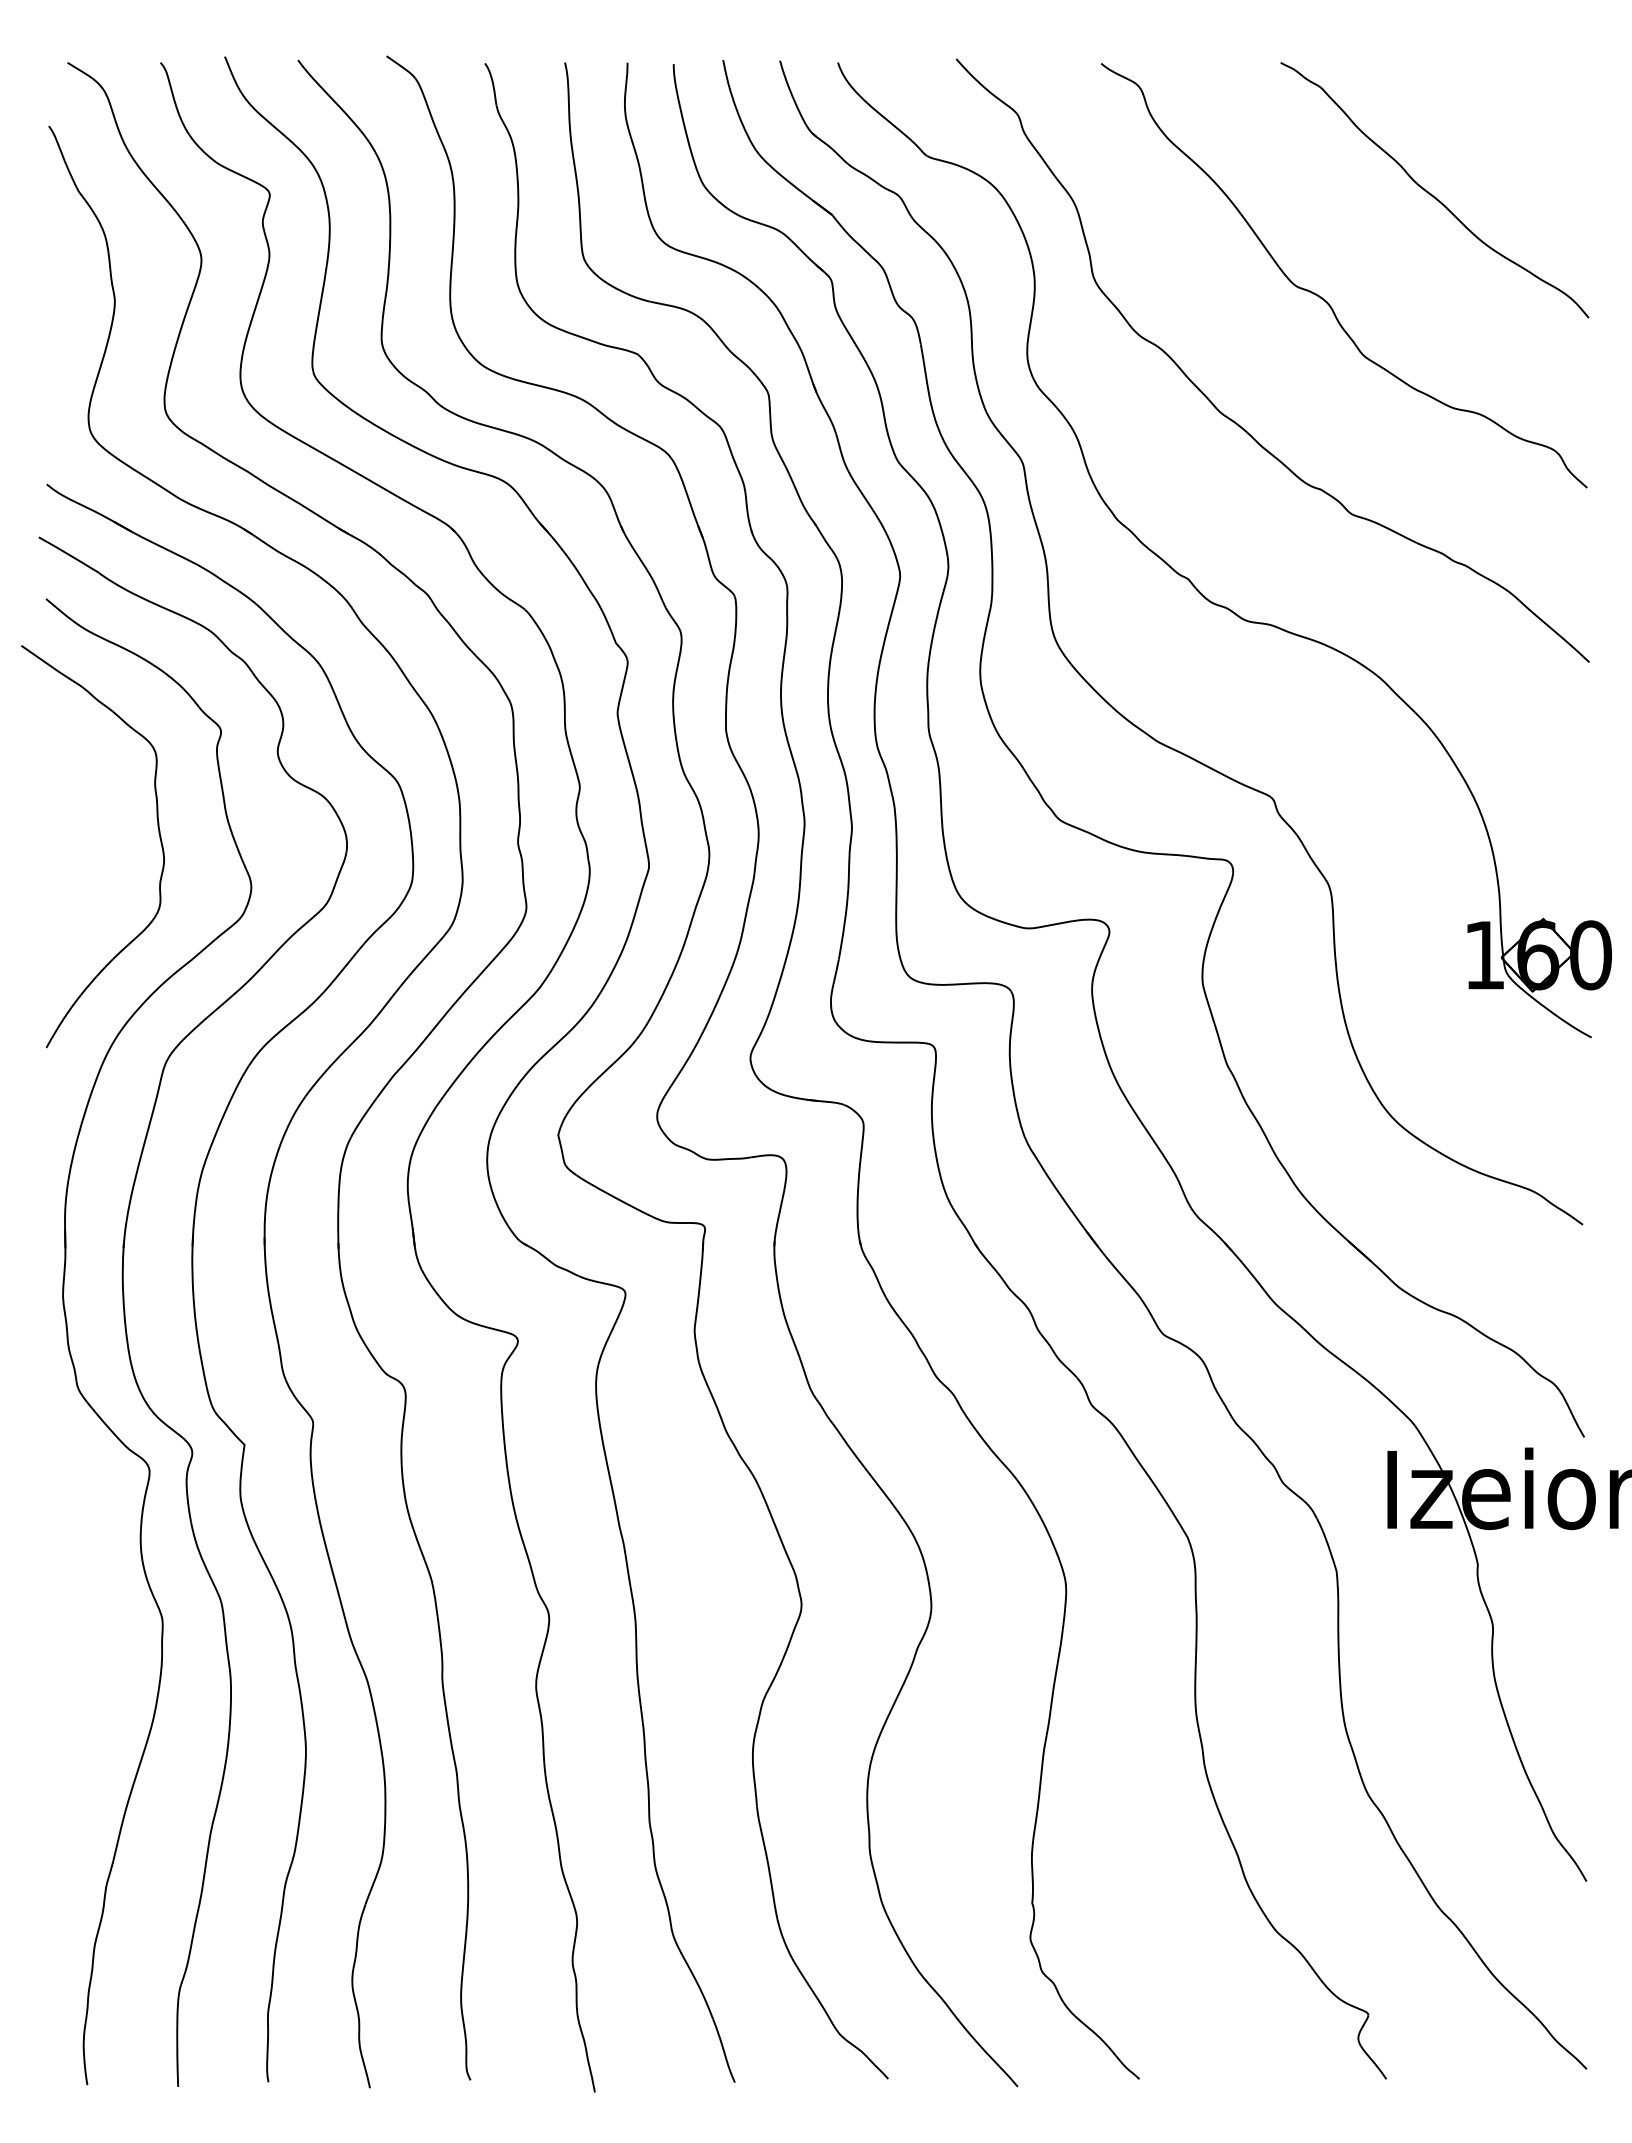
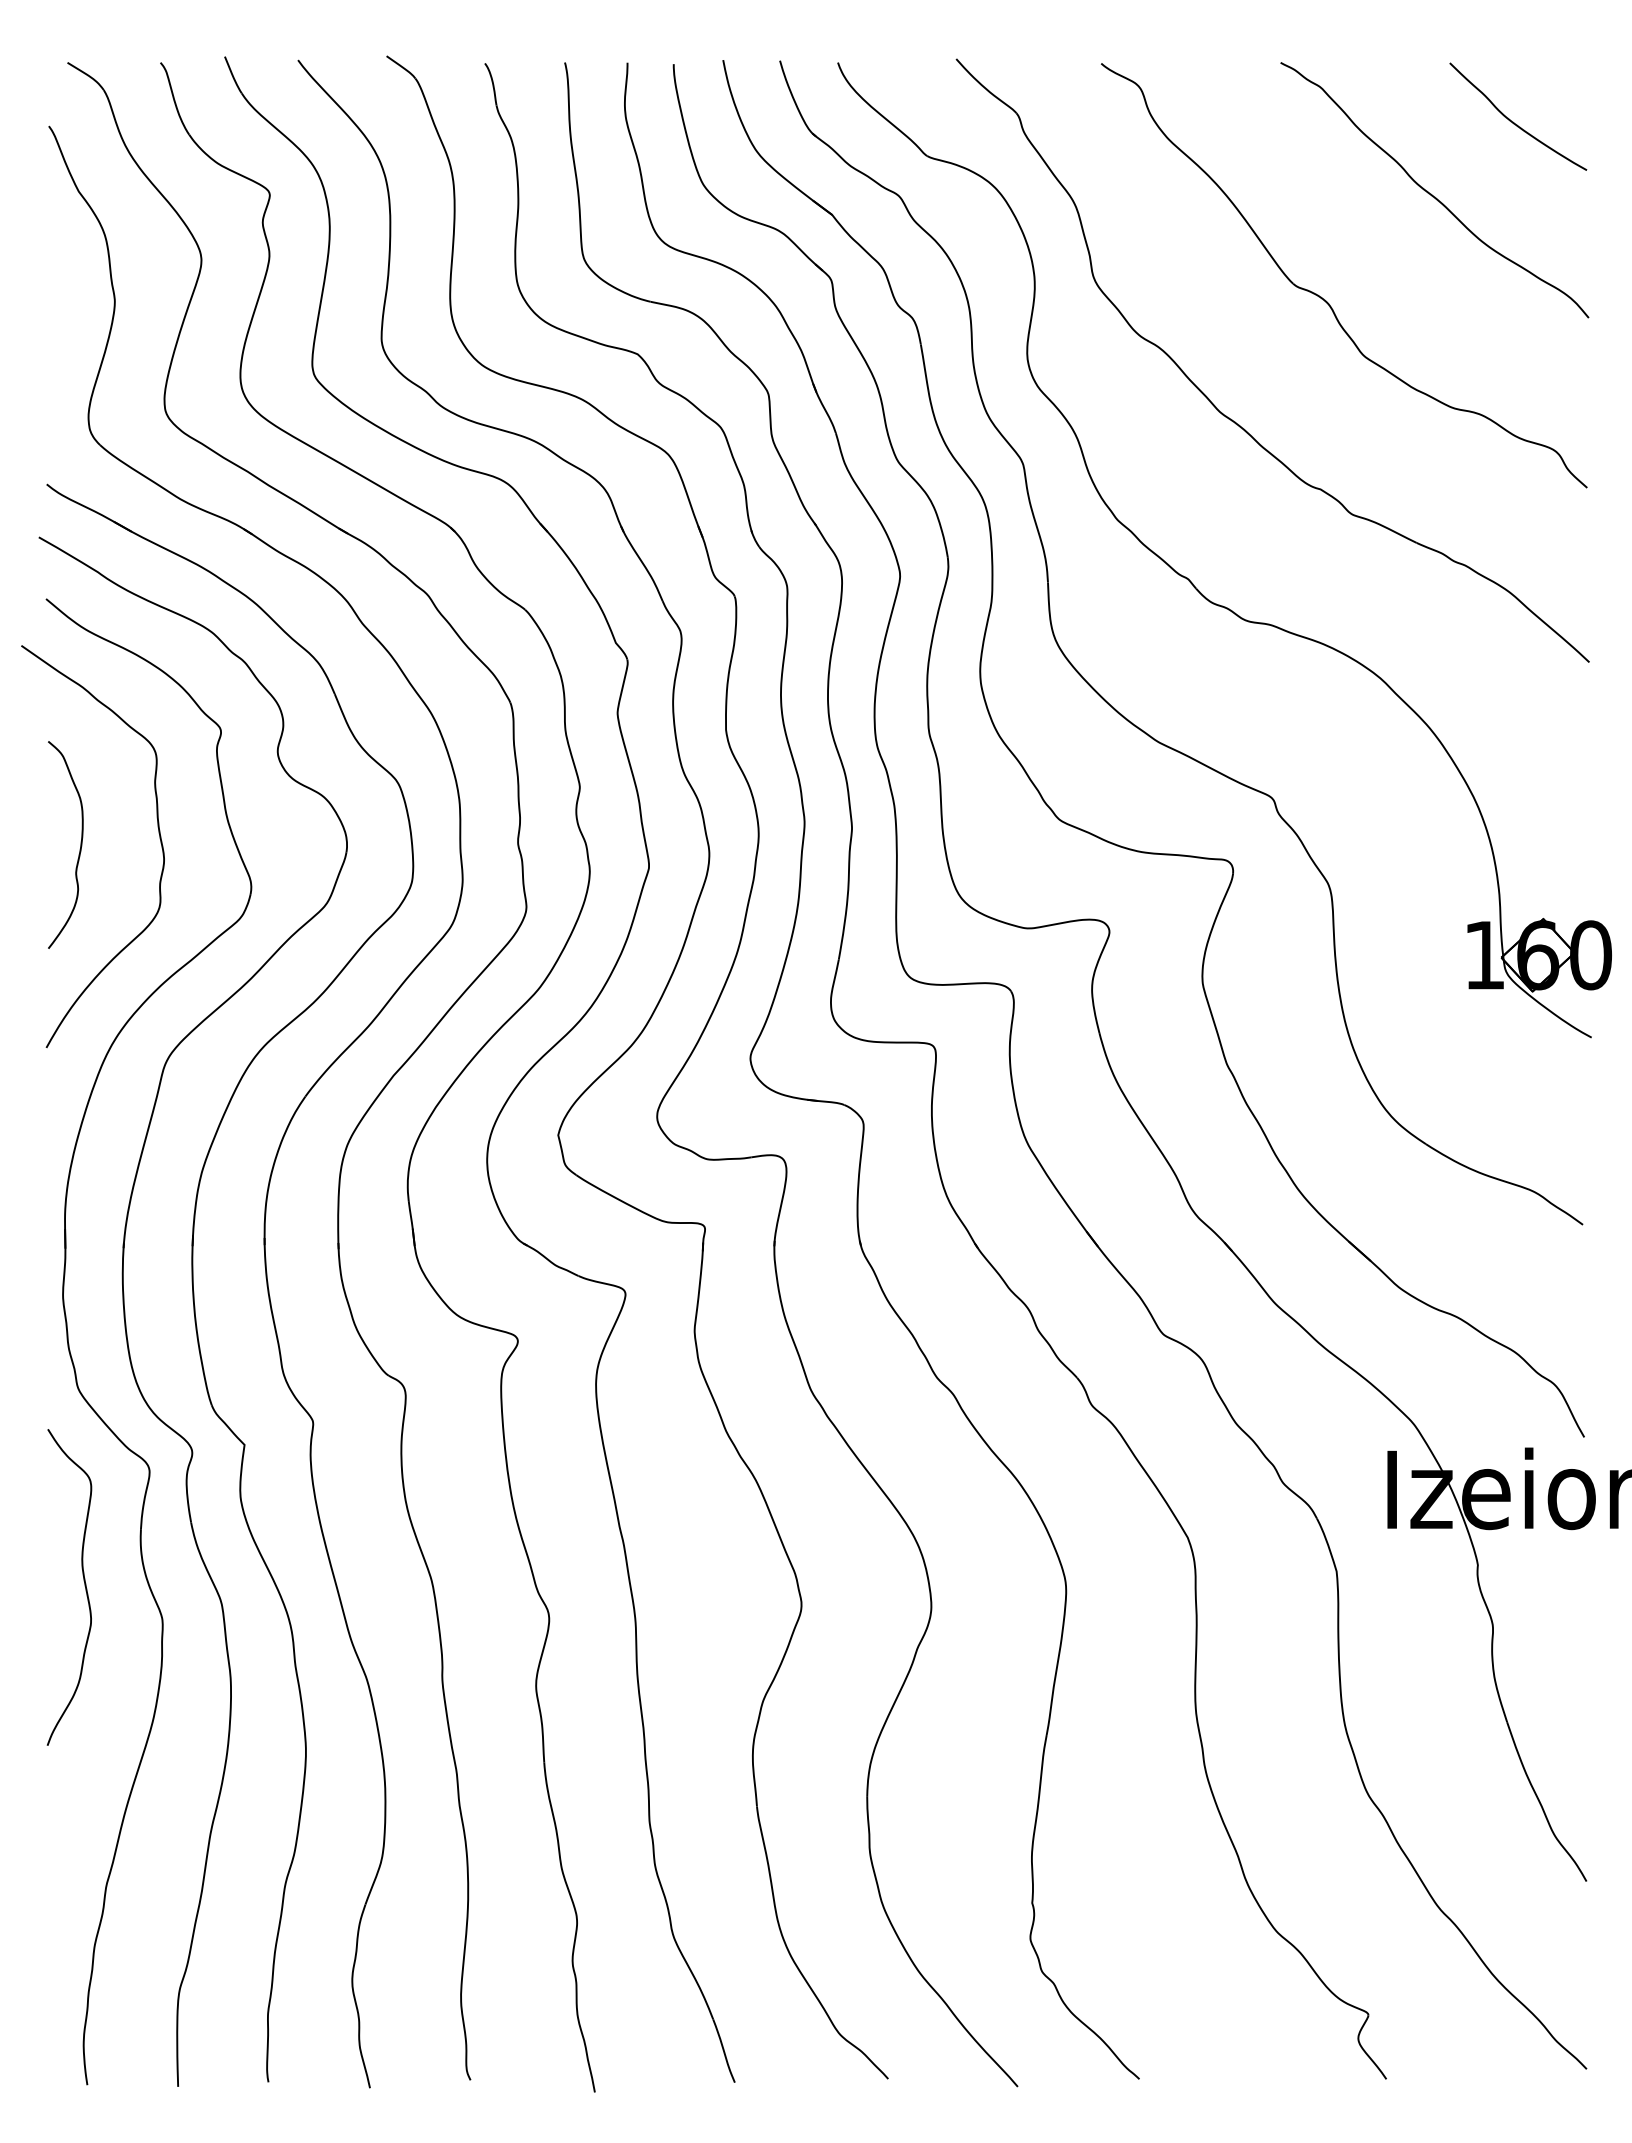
curve at (1513, 121): none -> present
curve at (79, 849): none -> present
curve at (84, 1586): none -> present
